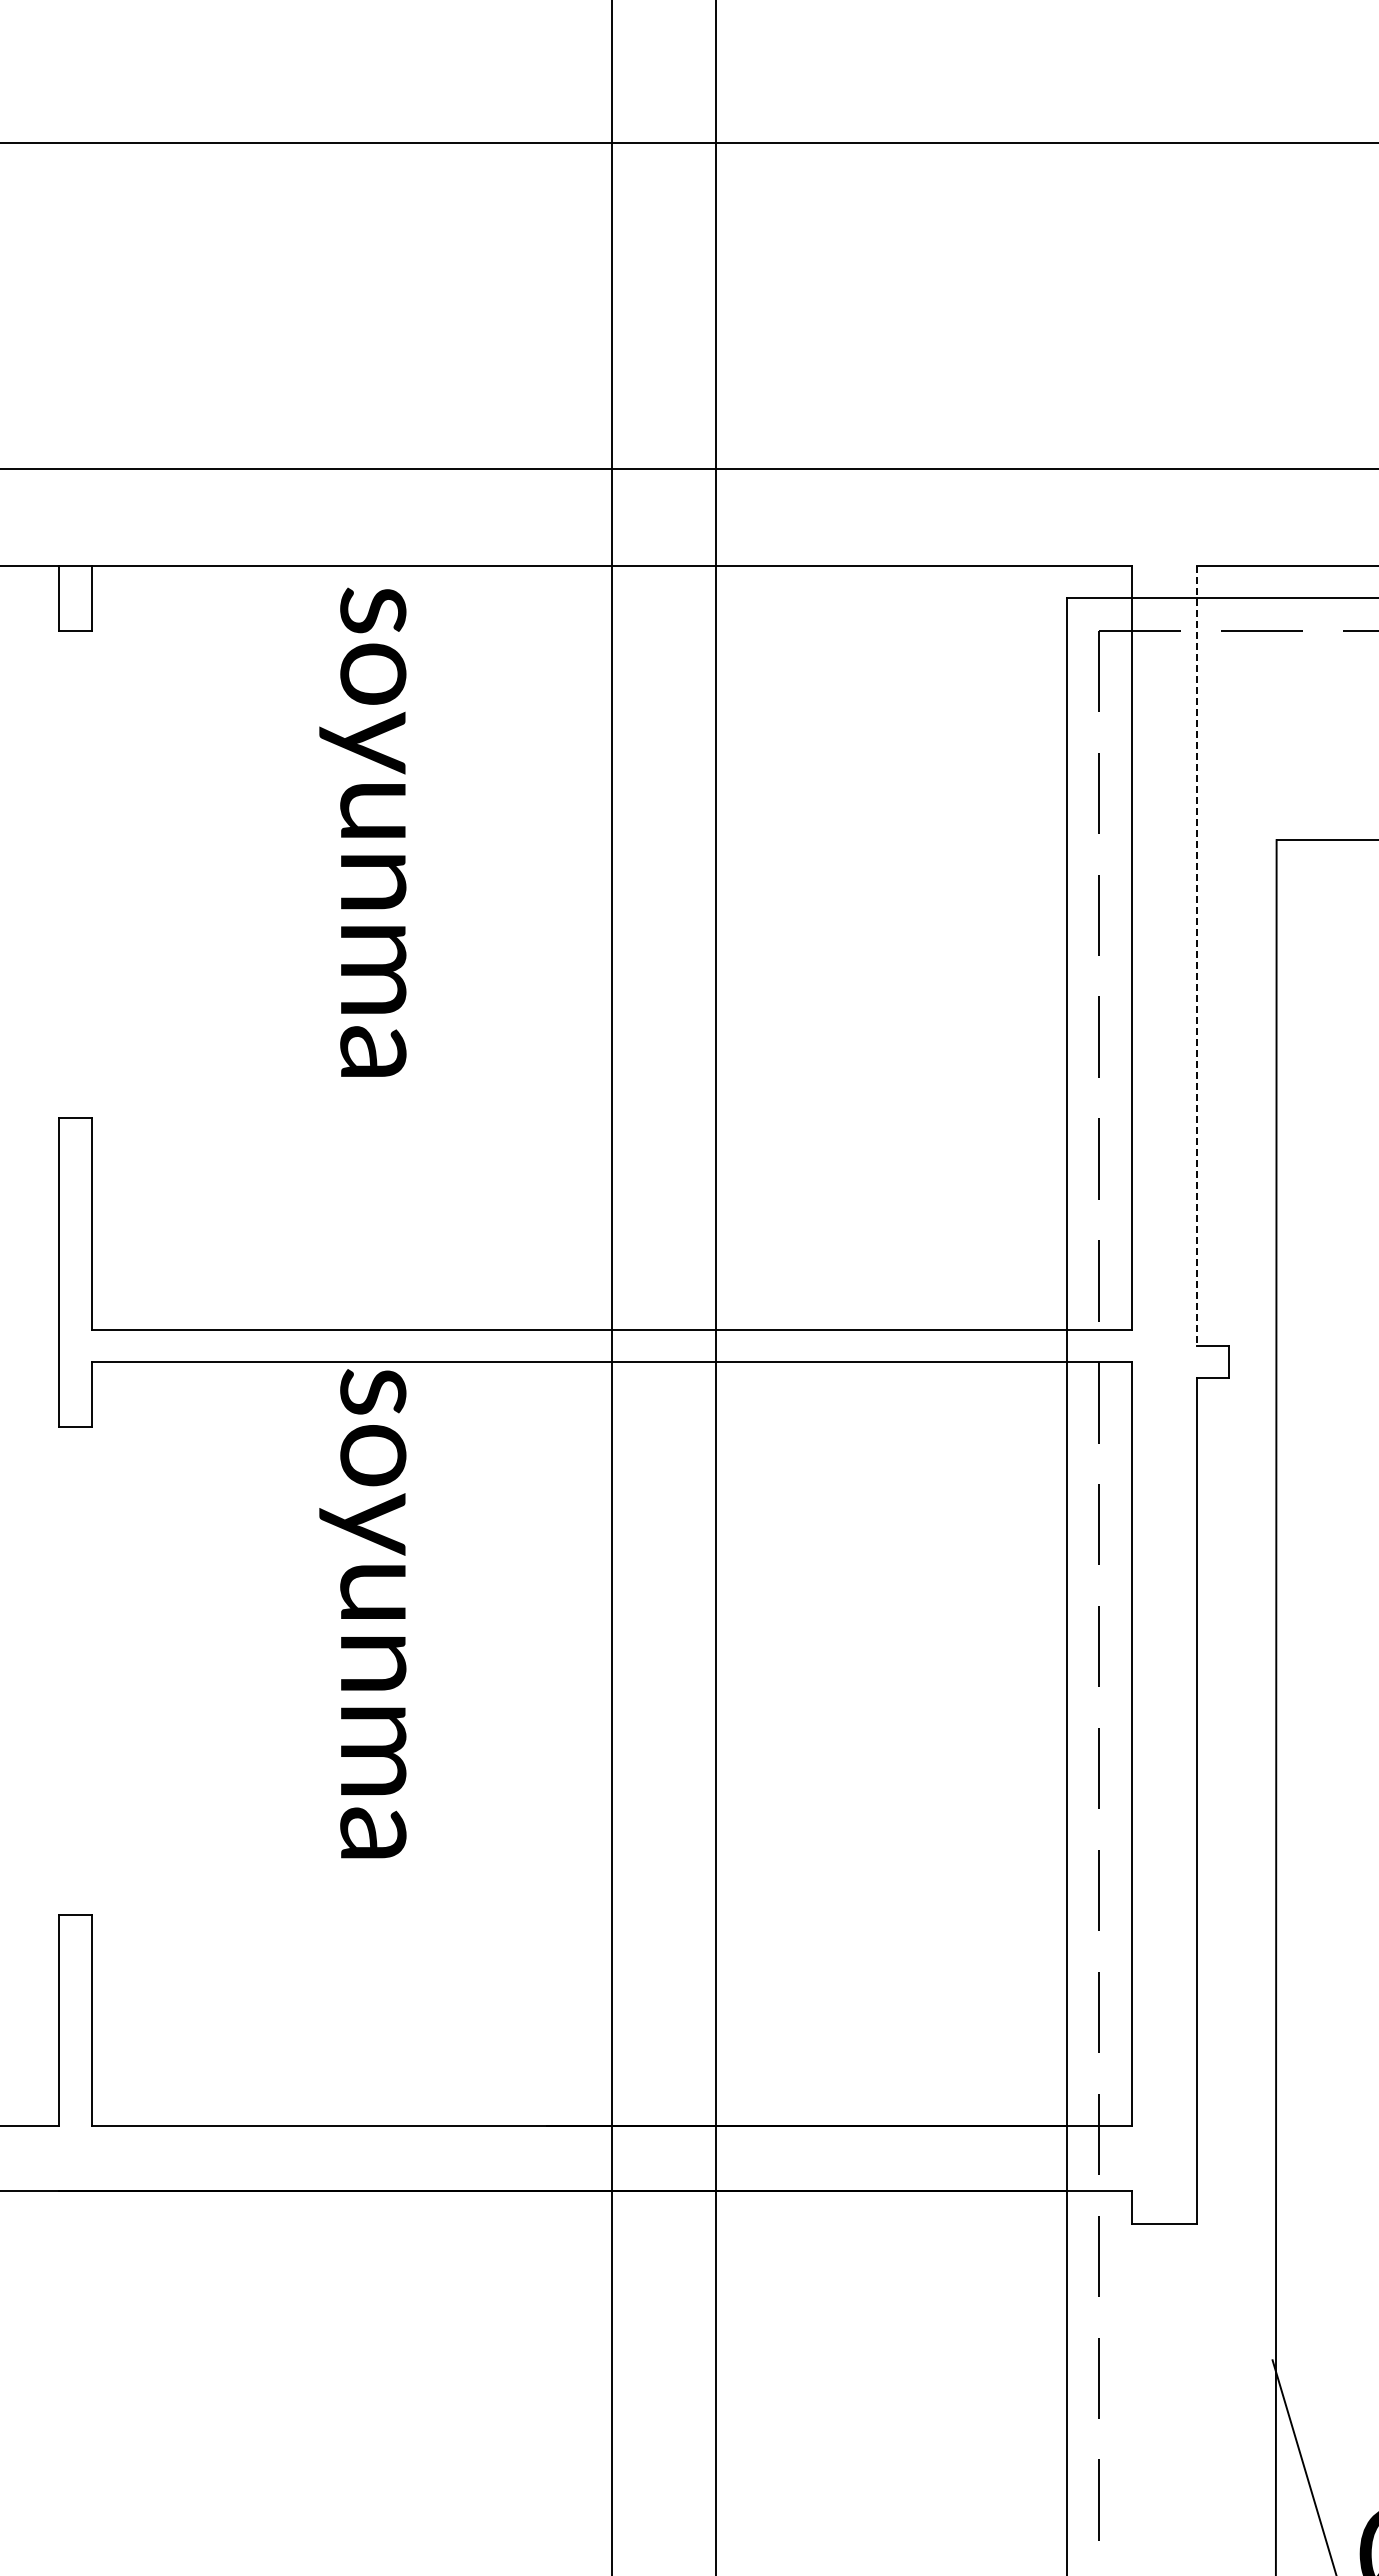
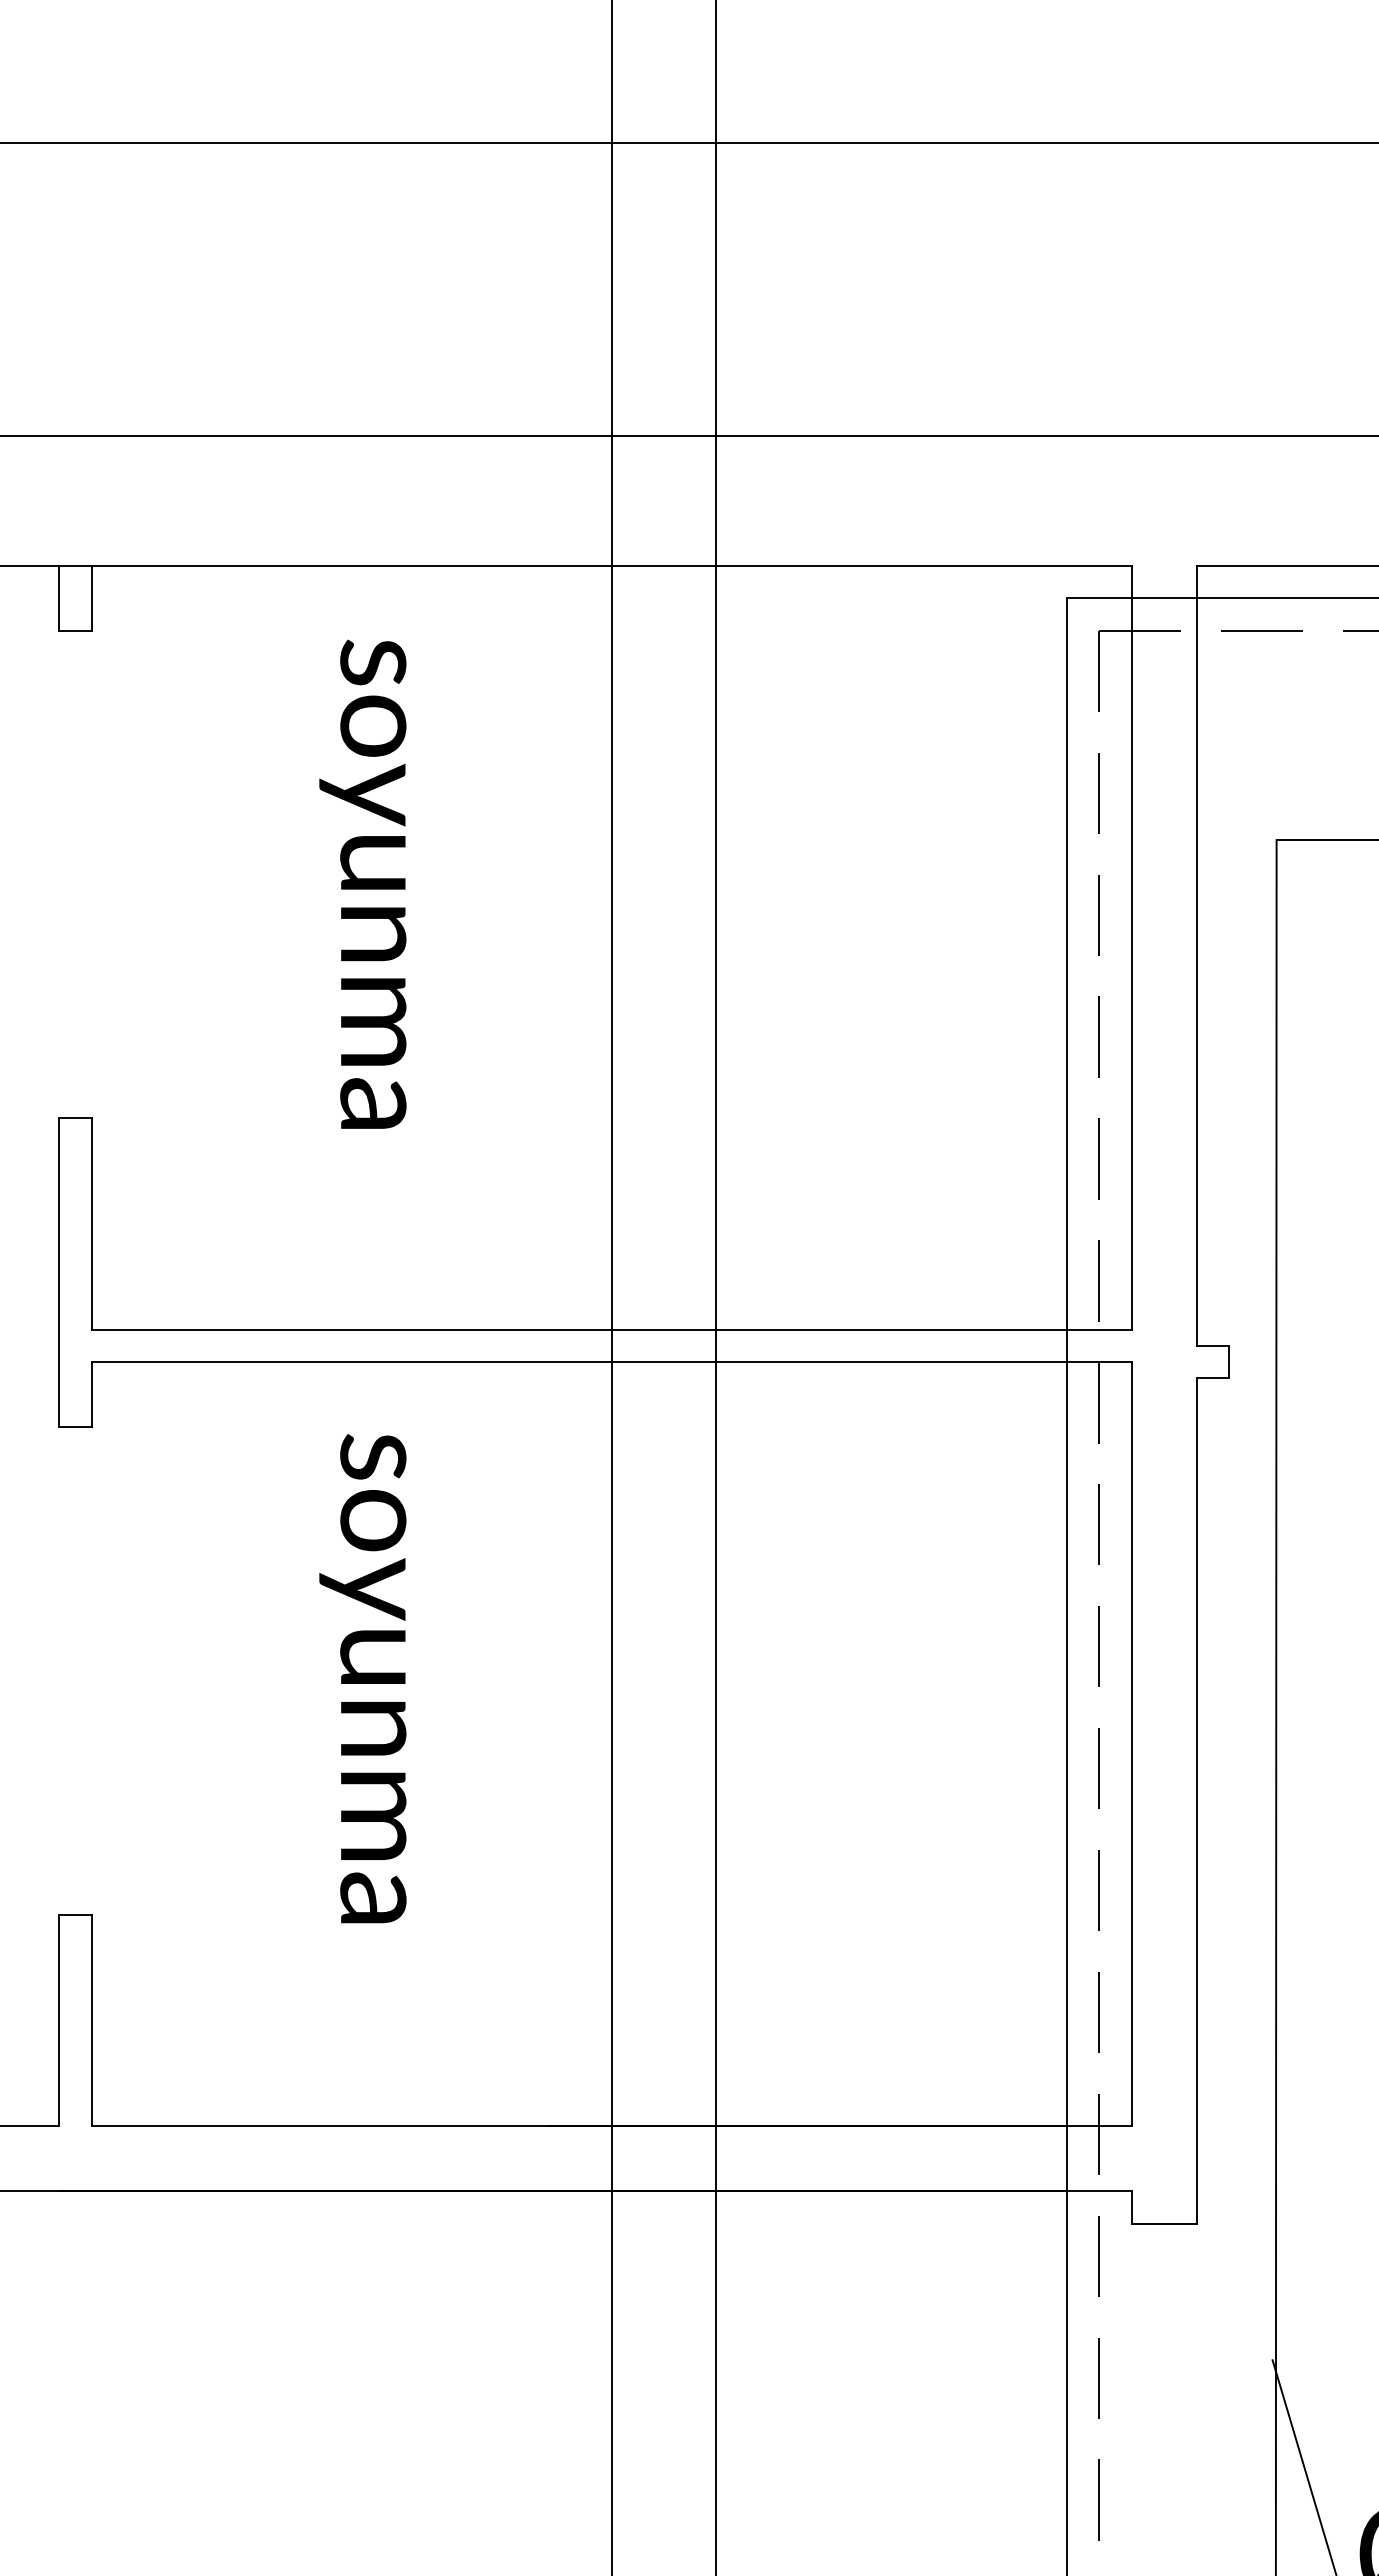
line at (688, 468) position: (688, 468) -> (688, 435)
text at (362, 831) position: (362, 831) -> (362, 883)
line at (1196, 956): dashed -> solid
text at (362, 1613) position: (362, 1613) -> (362, 1678)
